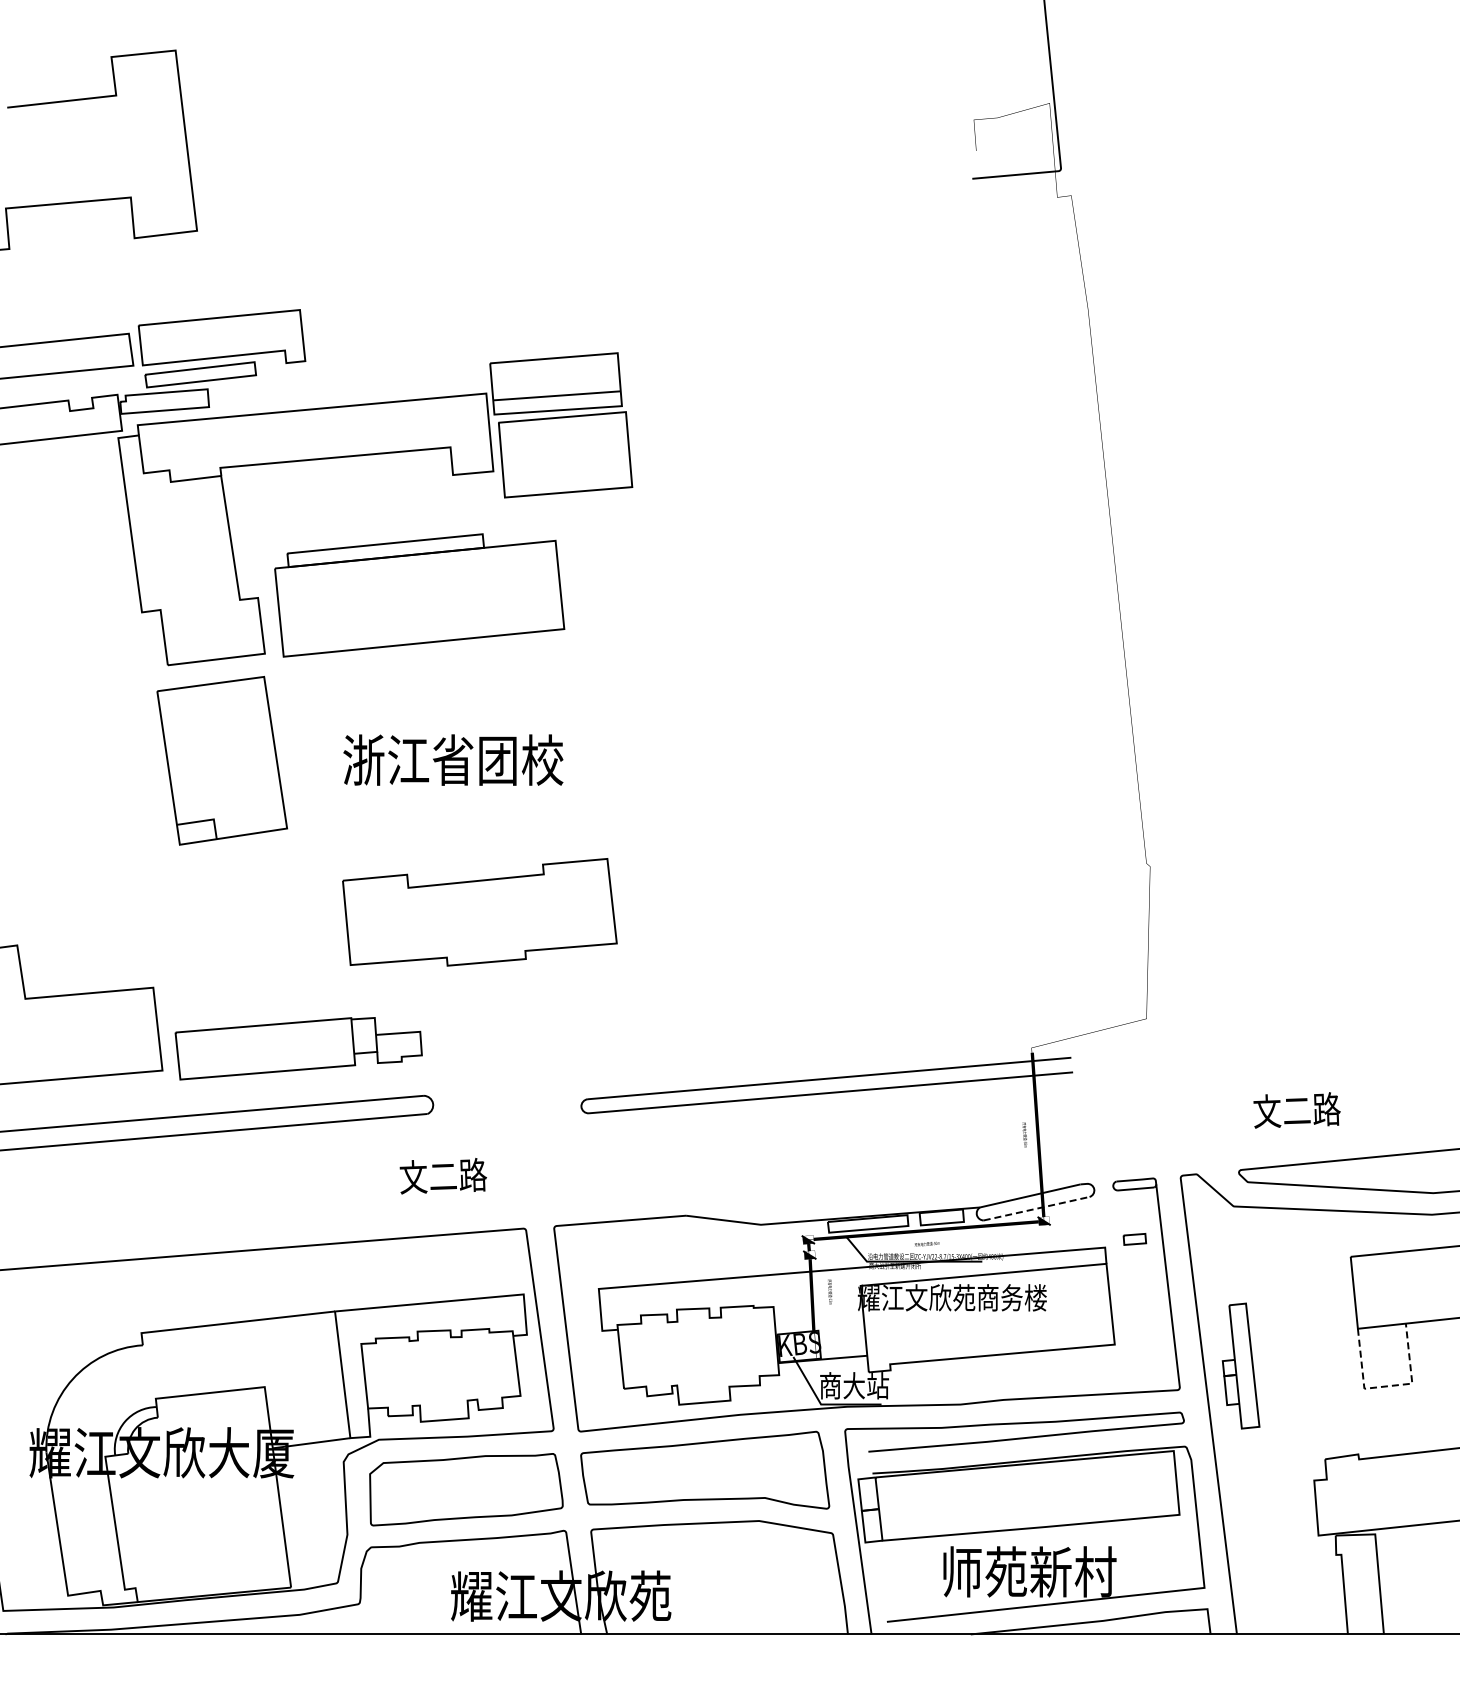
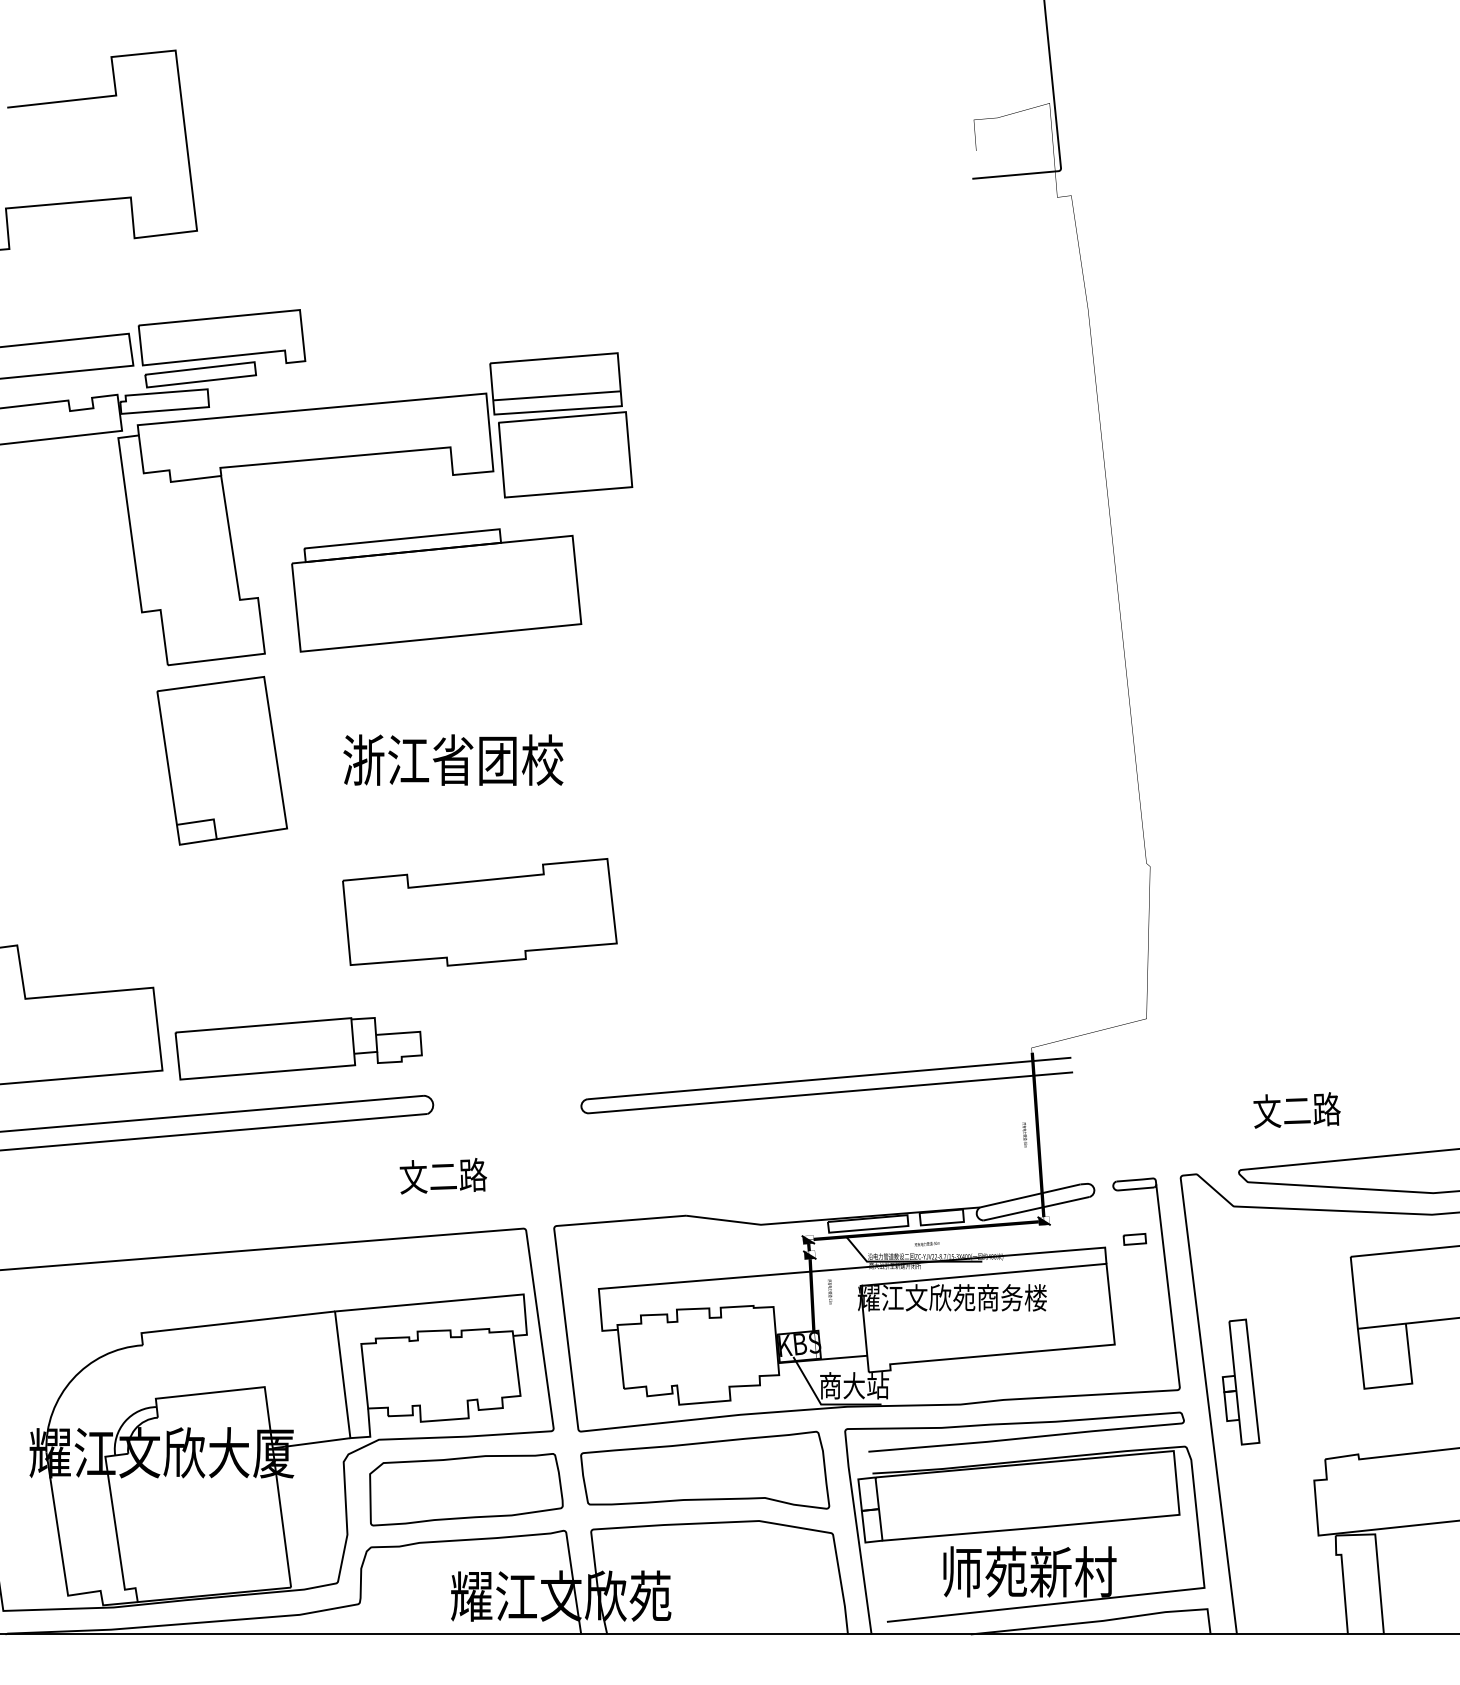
part at (419, 595) position: (419, 595) -> (436, 590)
line at (1037, 1208): dashed -> solid
part at (1240, 1365) position: (1240, 1365) -> (1240, 1381)
line at (1388, 1386): dashed -> solid
